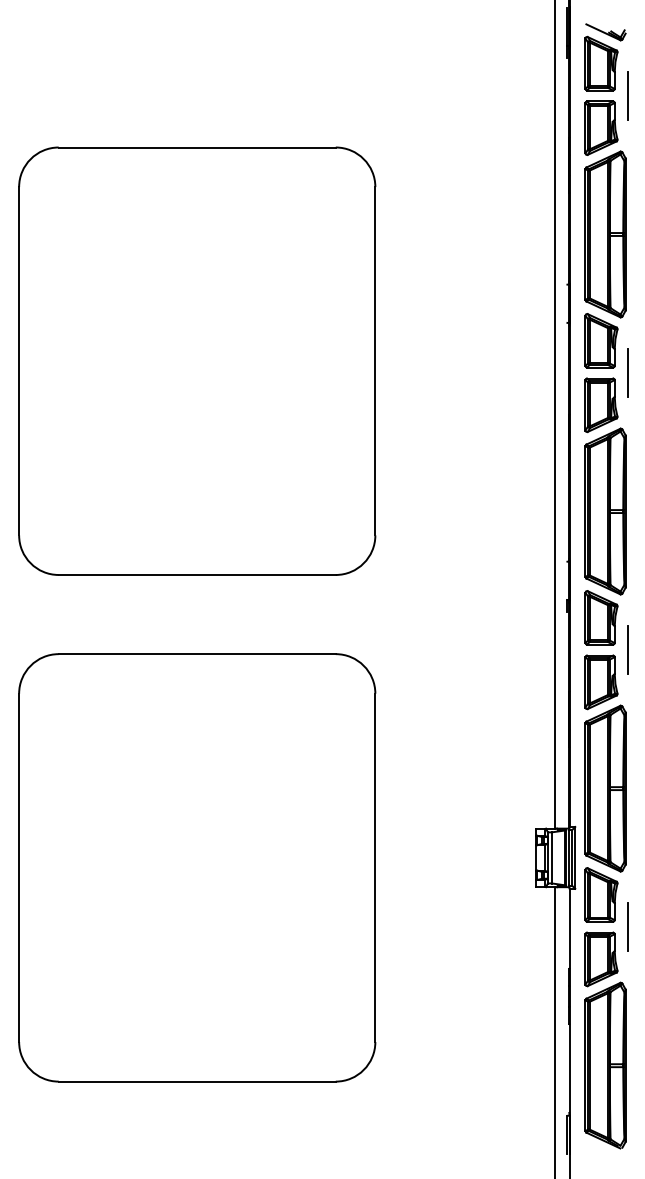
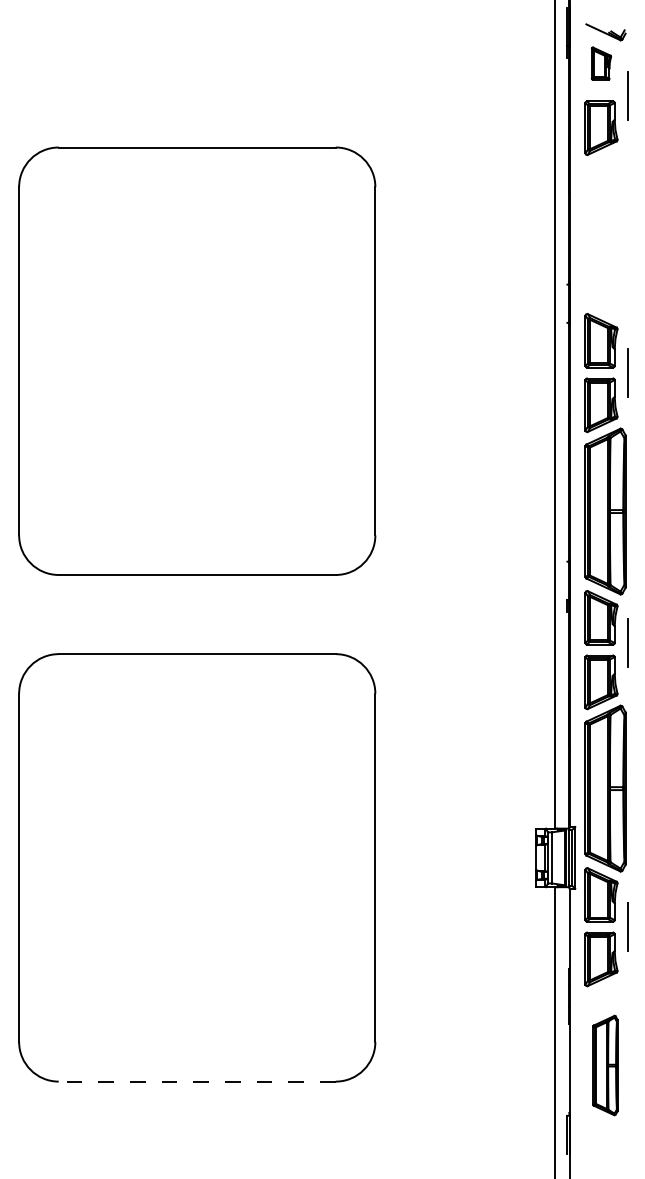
part at (601, 63) size: 35x57 px -> 22x35 px
part at (605, 234): present -> none
line at (627, 649) position: (627, 649) -> (627, 642)
part at (605, 1065) size: 43x169 px -> 27x103 px
line at (197, 1081): solid -> dashed
